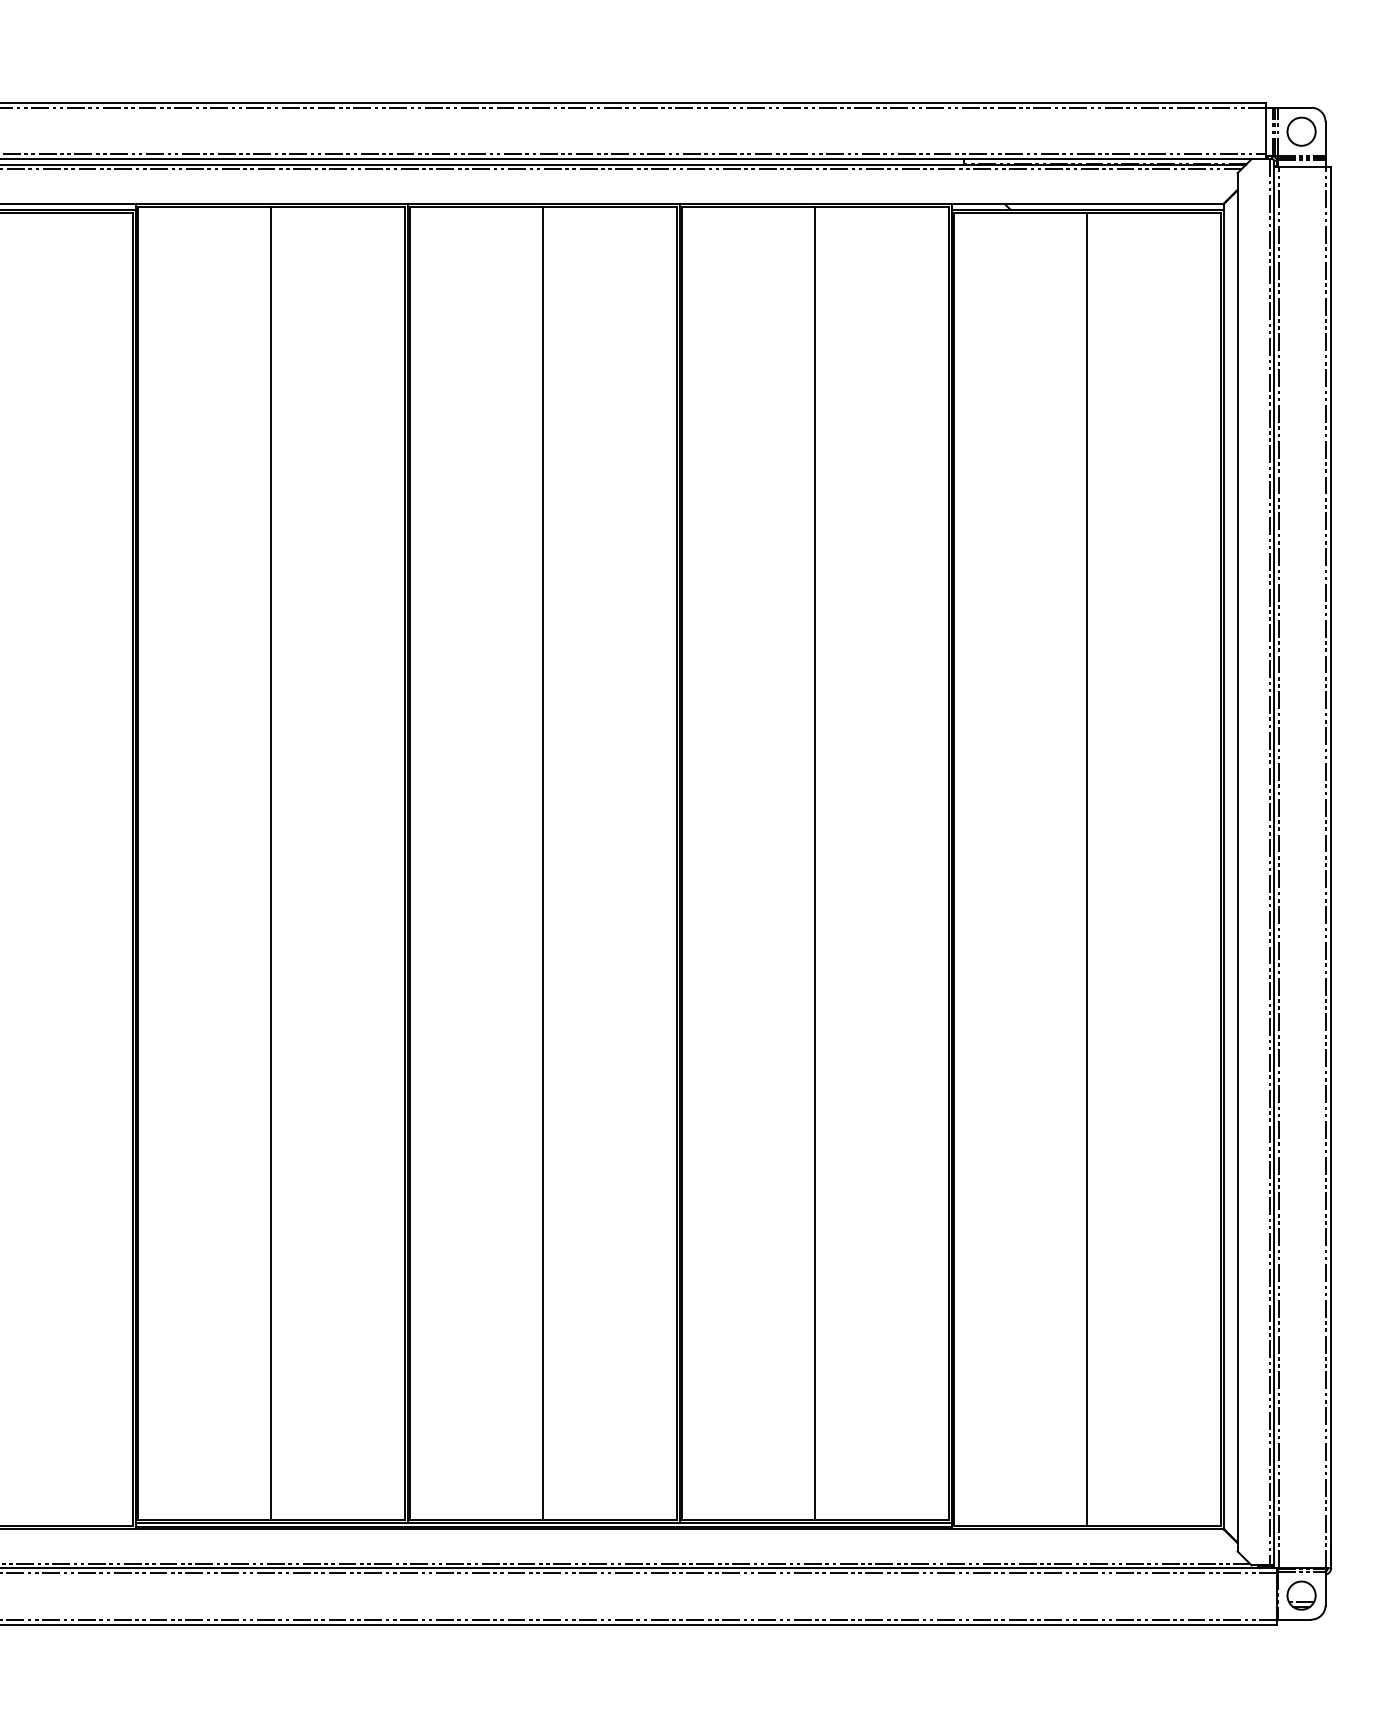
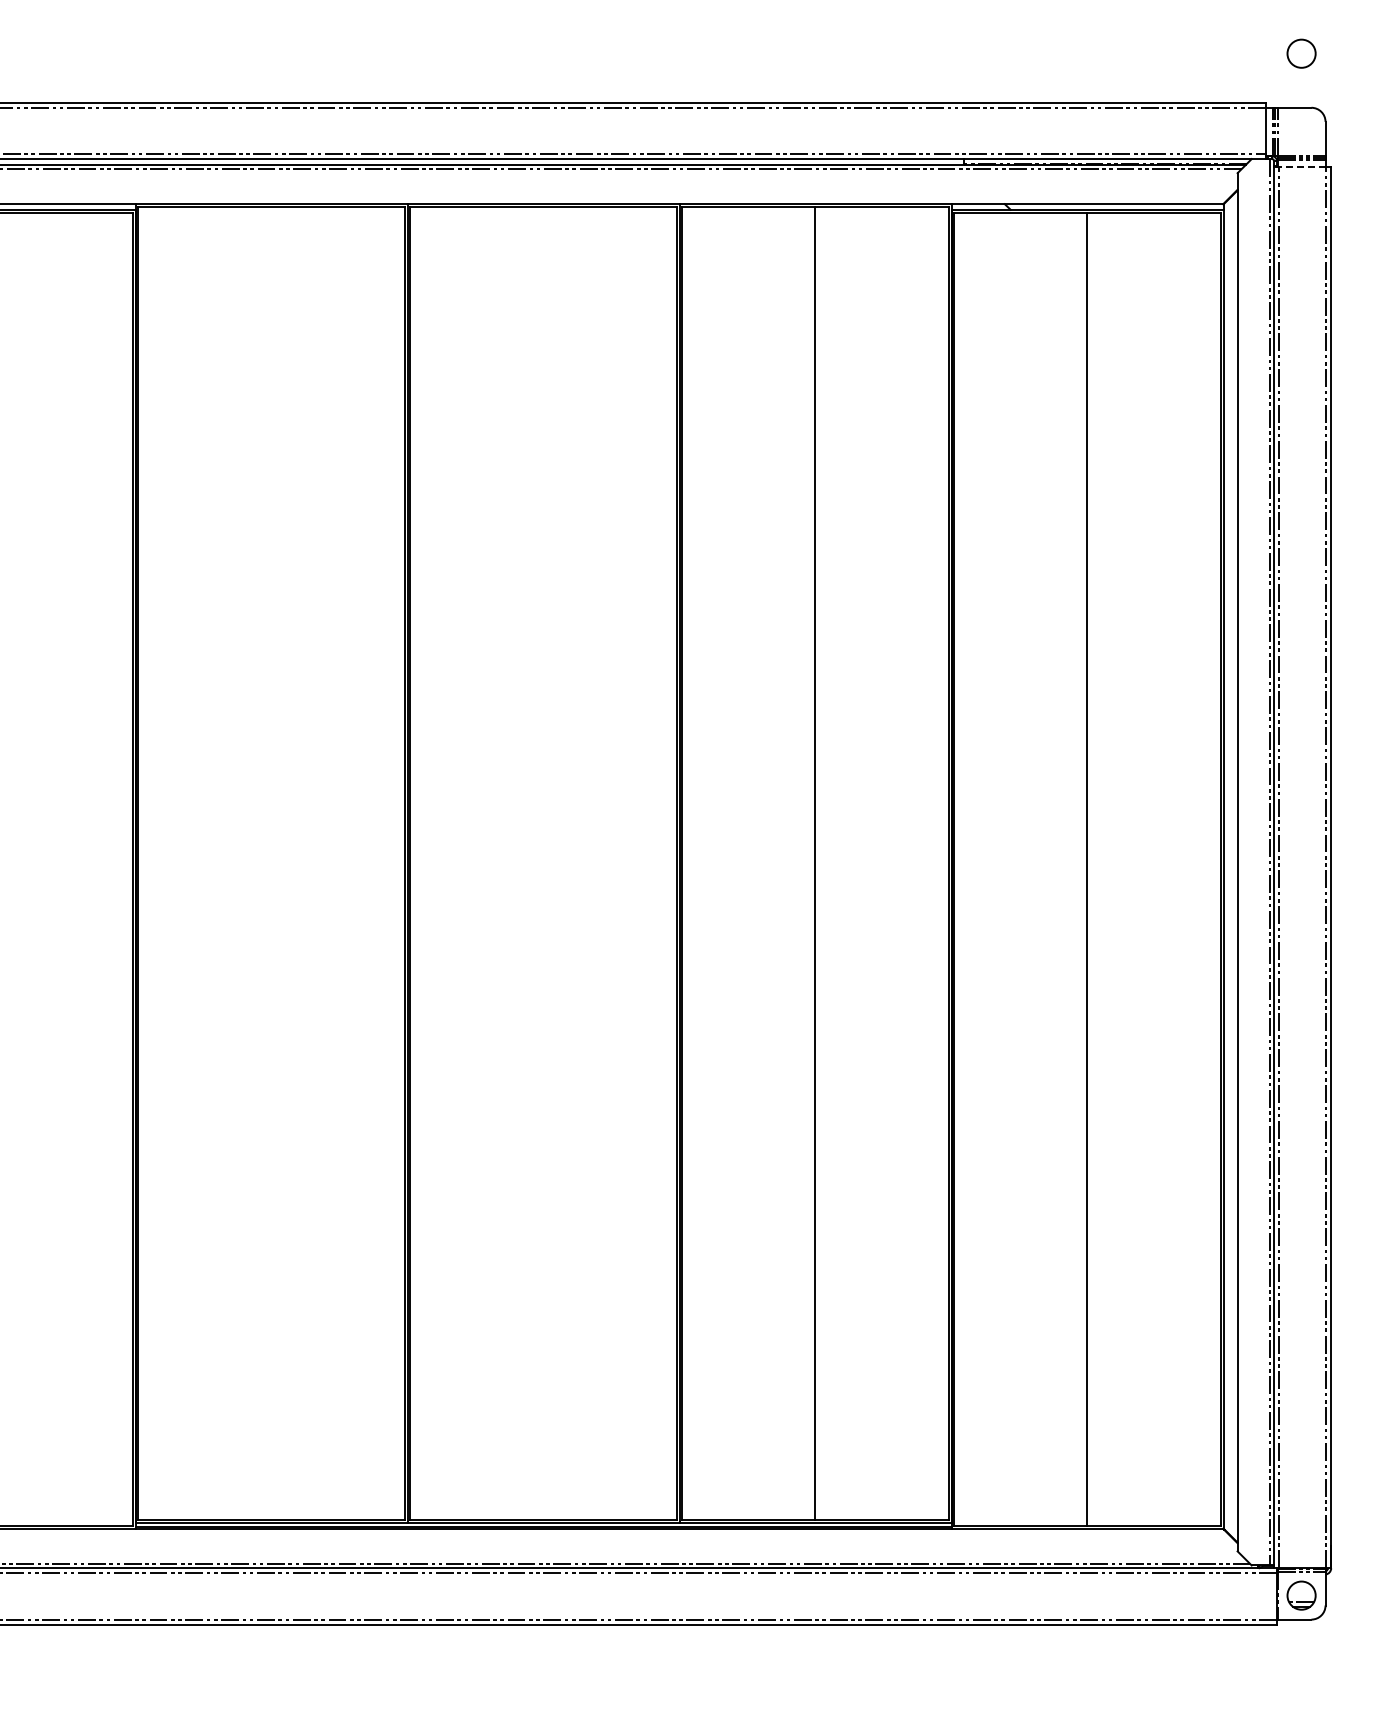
circle at (1301, 131) position: (1301, 131) -> (1301, 53)
line at (1301, 166): solid -> dashed
line at (271, 863): present -> none
line at (543, 863): present -> none
